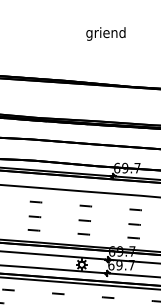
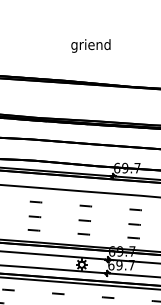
text at (105, 33) position: (105, 33) -> (90, 45)
